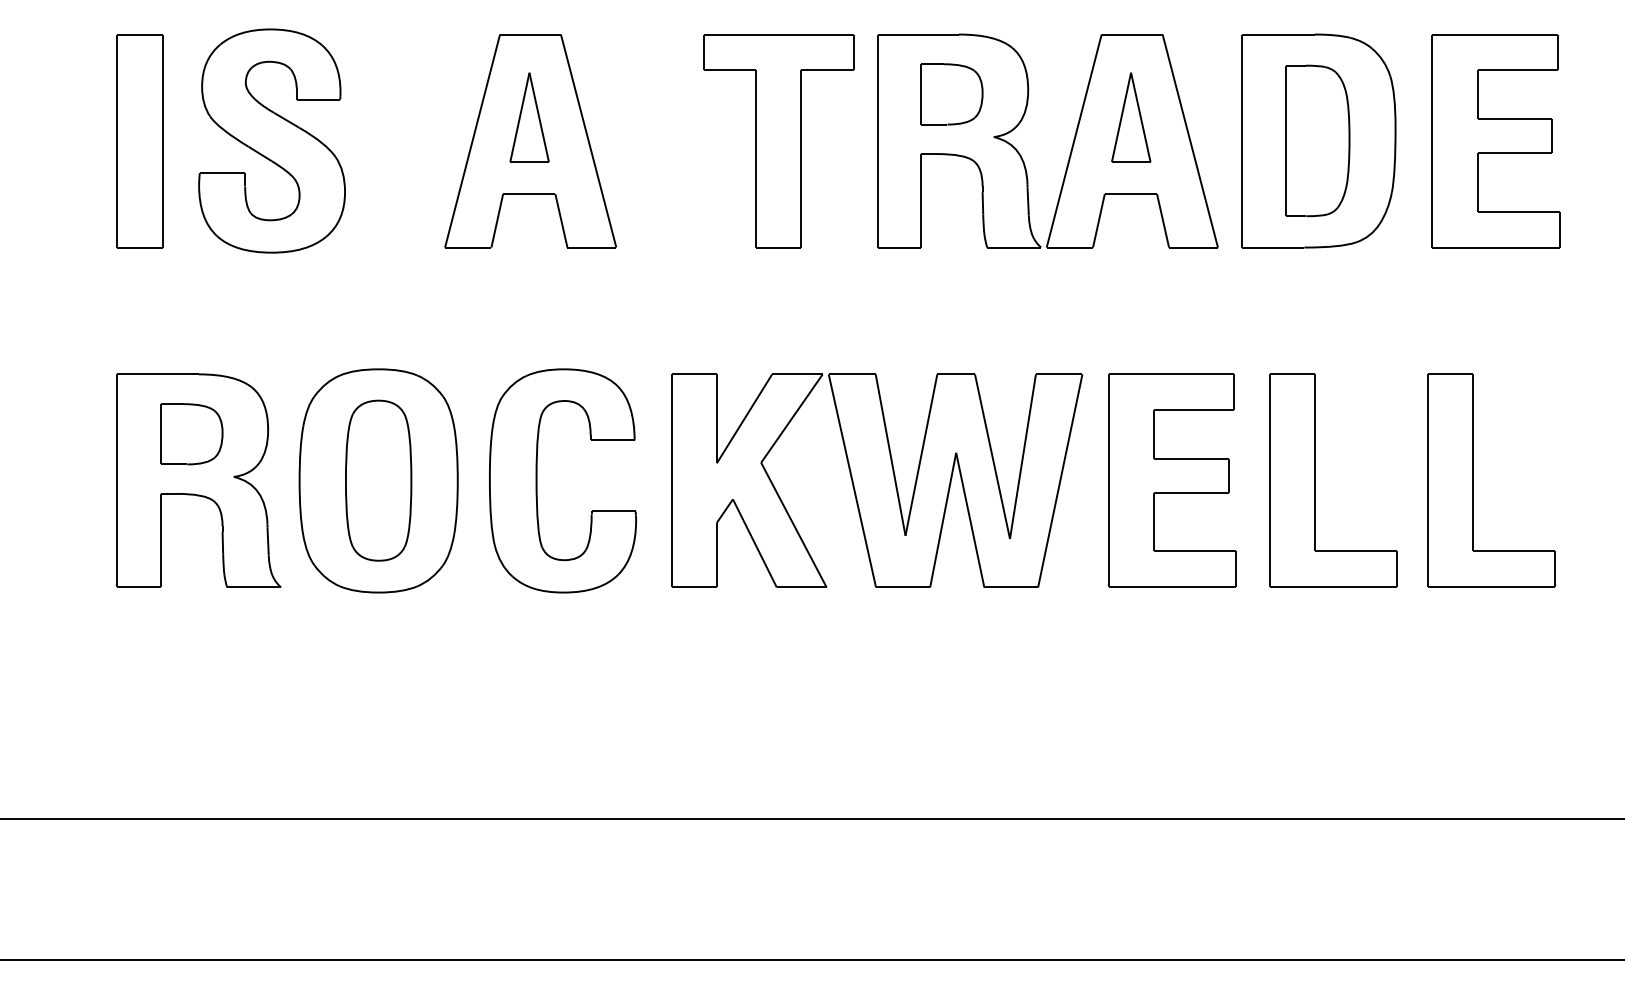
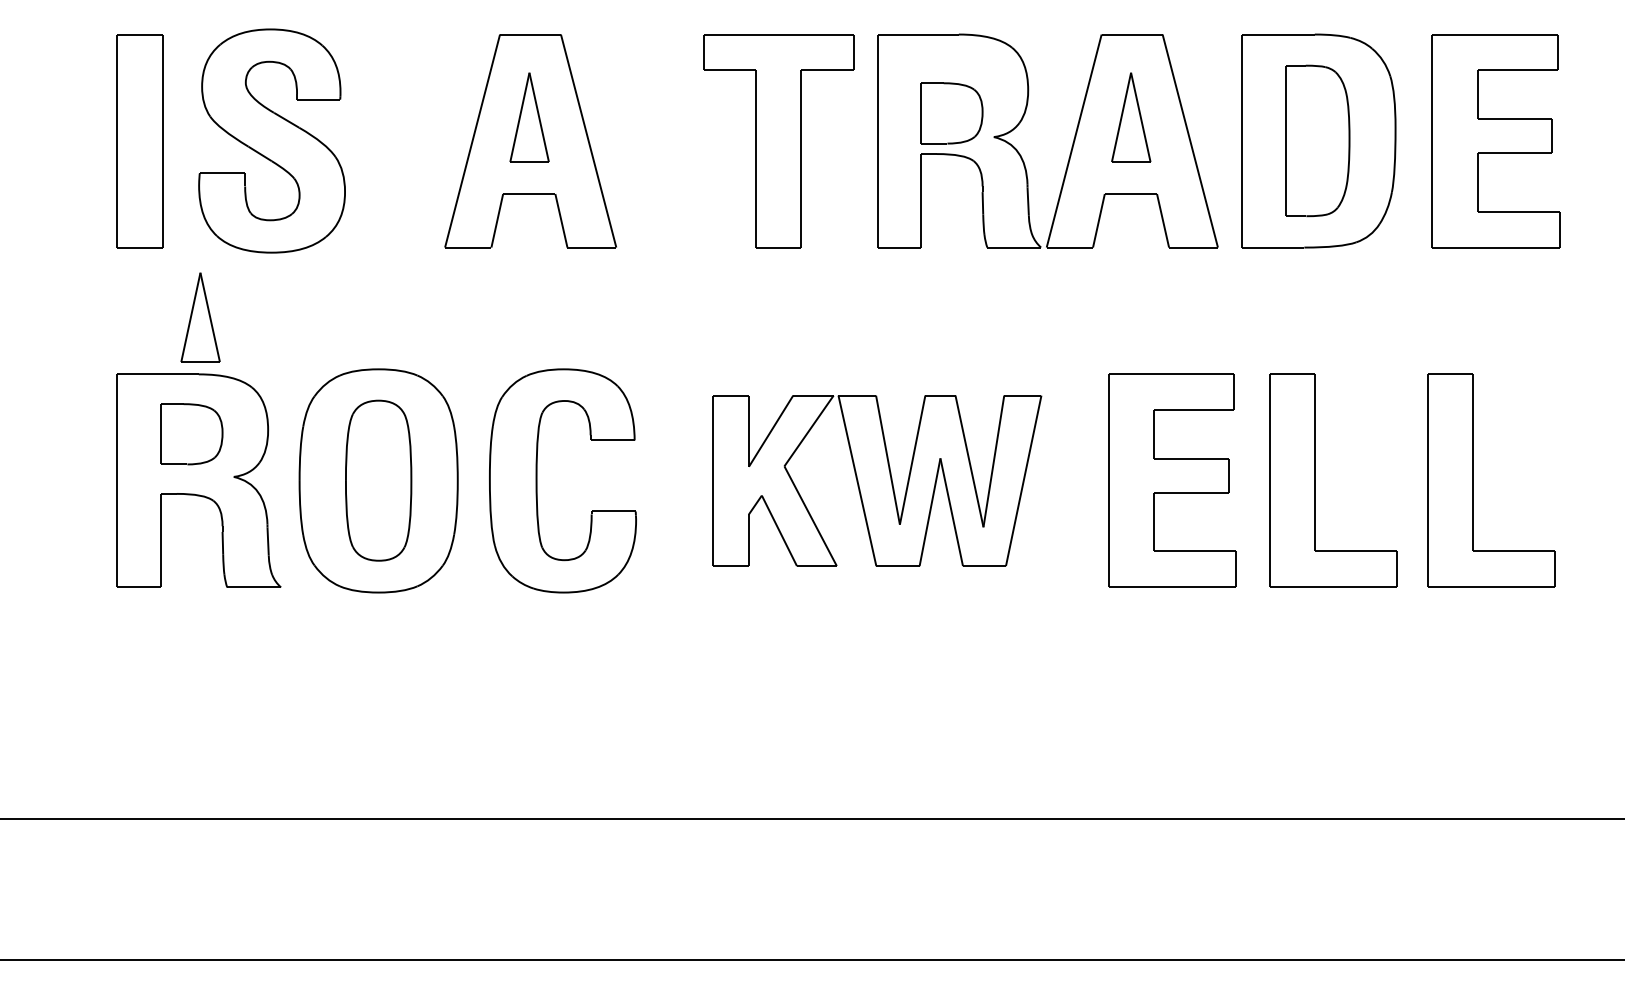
part at (951, 94) position: (951, 94) -> (951, 113)
part at (200, 317): none -> present
part at (877, 480) size: 413x215 px -> 331x172 px
